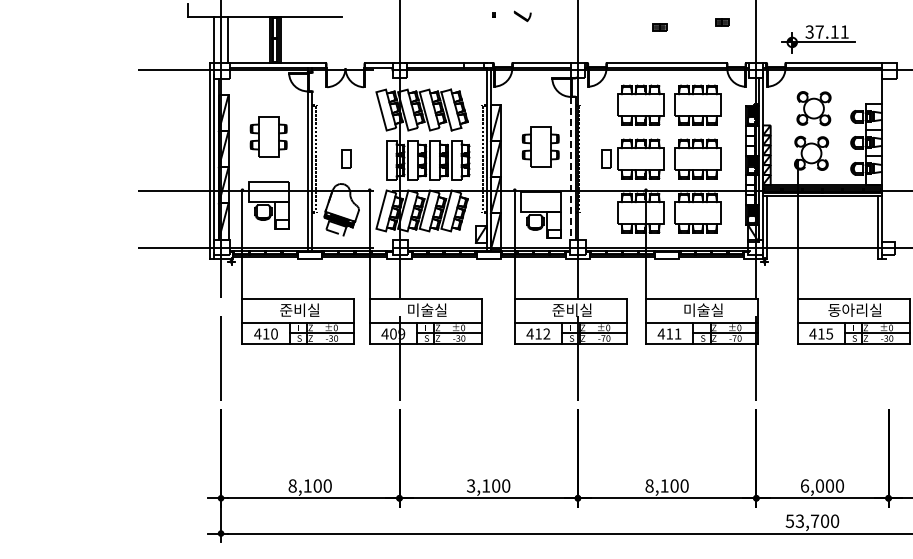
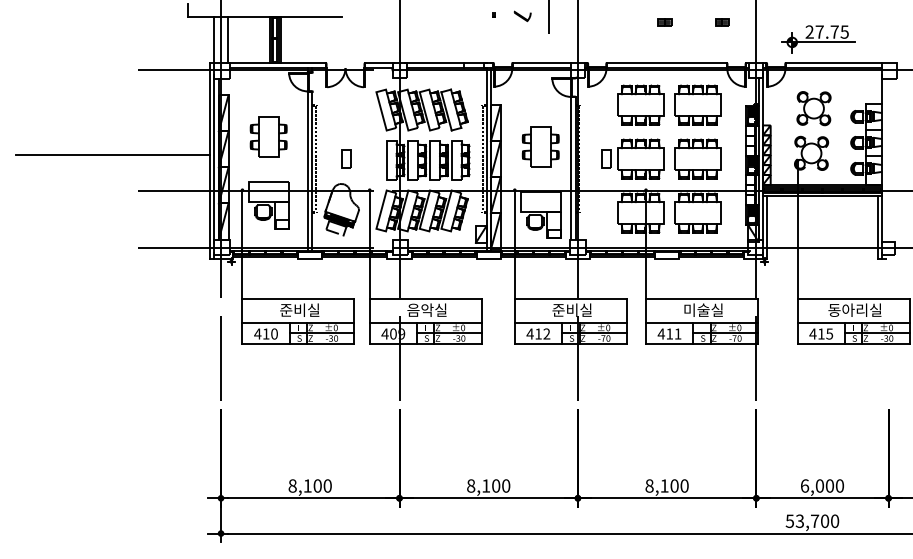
line at (549, 17): none -> present
part at (659, 27) position: (659, 27) -> (664, 22)
text at (826, 31): 37.11 -> 27.75
line at (112, 154): none -> present
line at (571, 169): dashed -> solid
text at (420, 309): 미술실 -> 음악실
text at (471, 485): 3,100 -> 8,100
